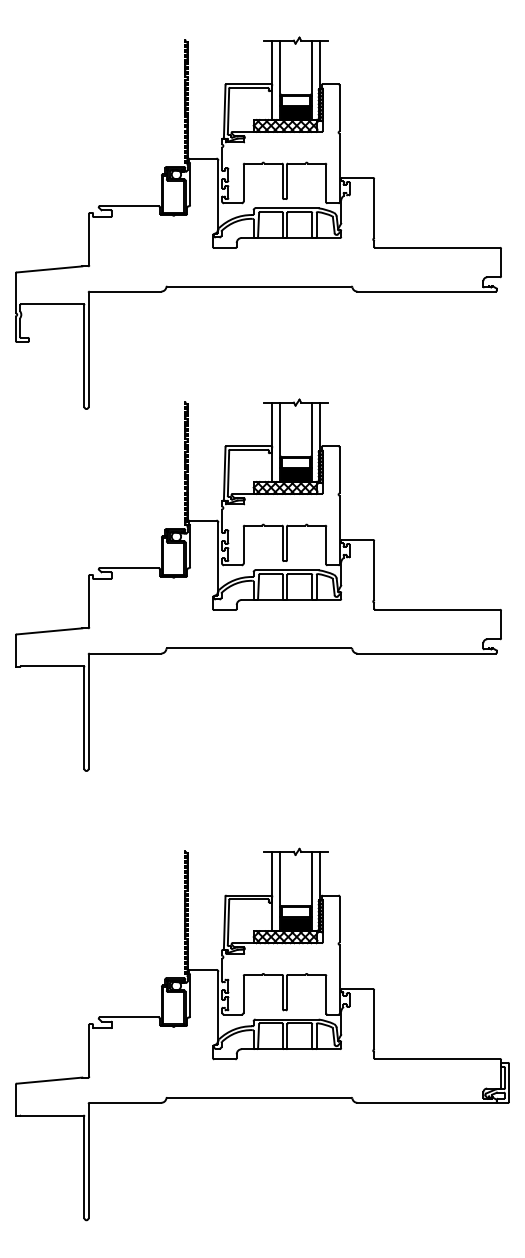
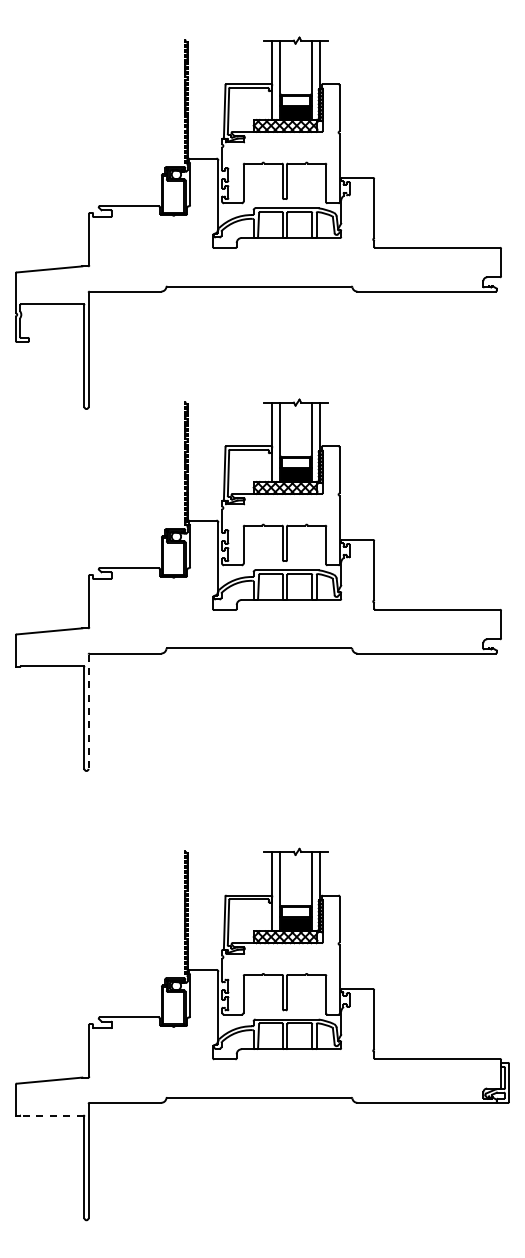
line at (88, 712): solid -> dashed
line at (51, 1115): solid -> dashed
